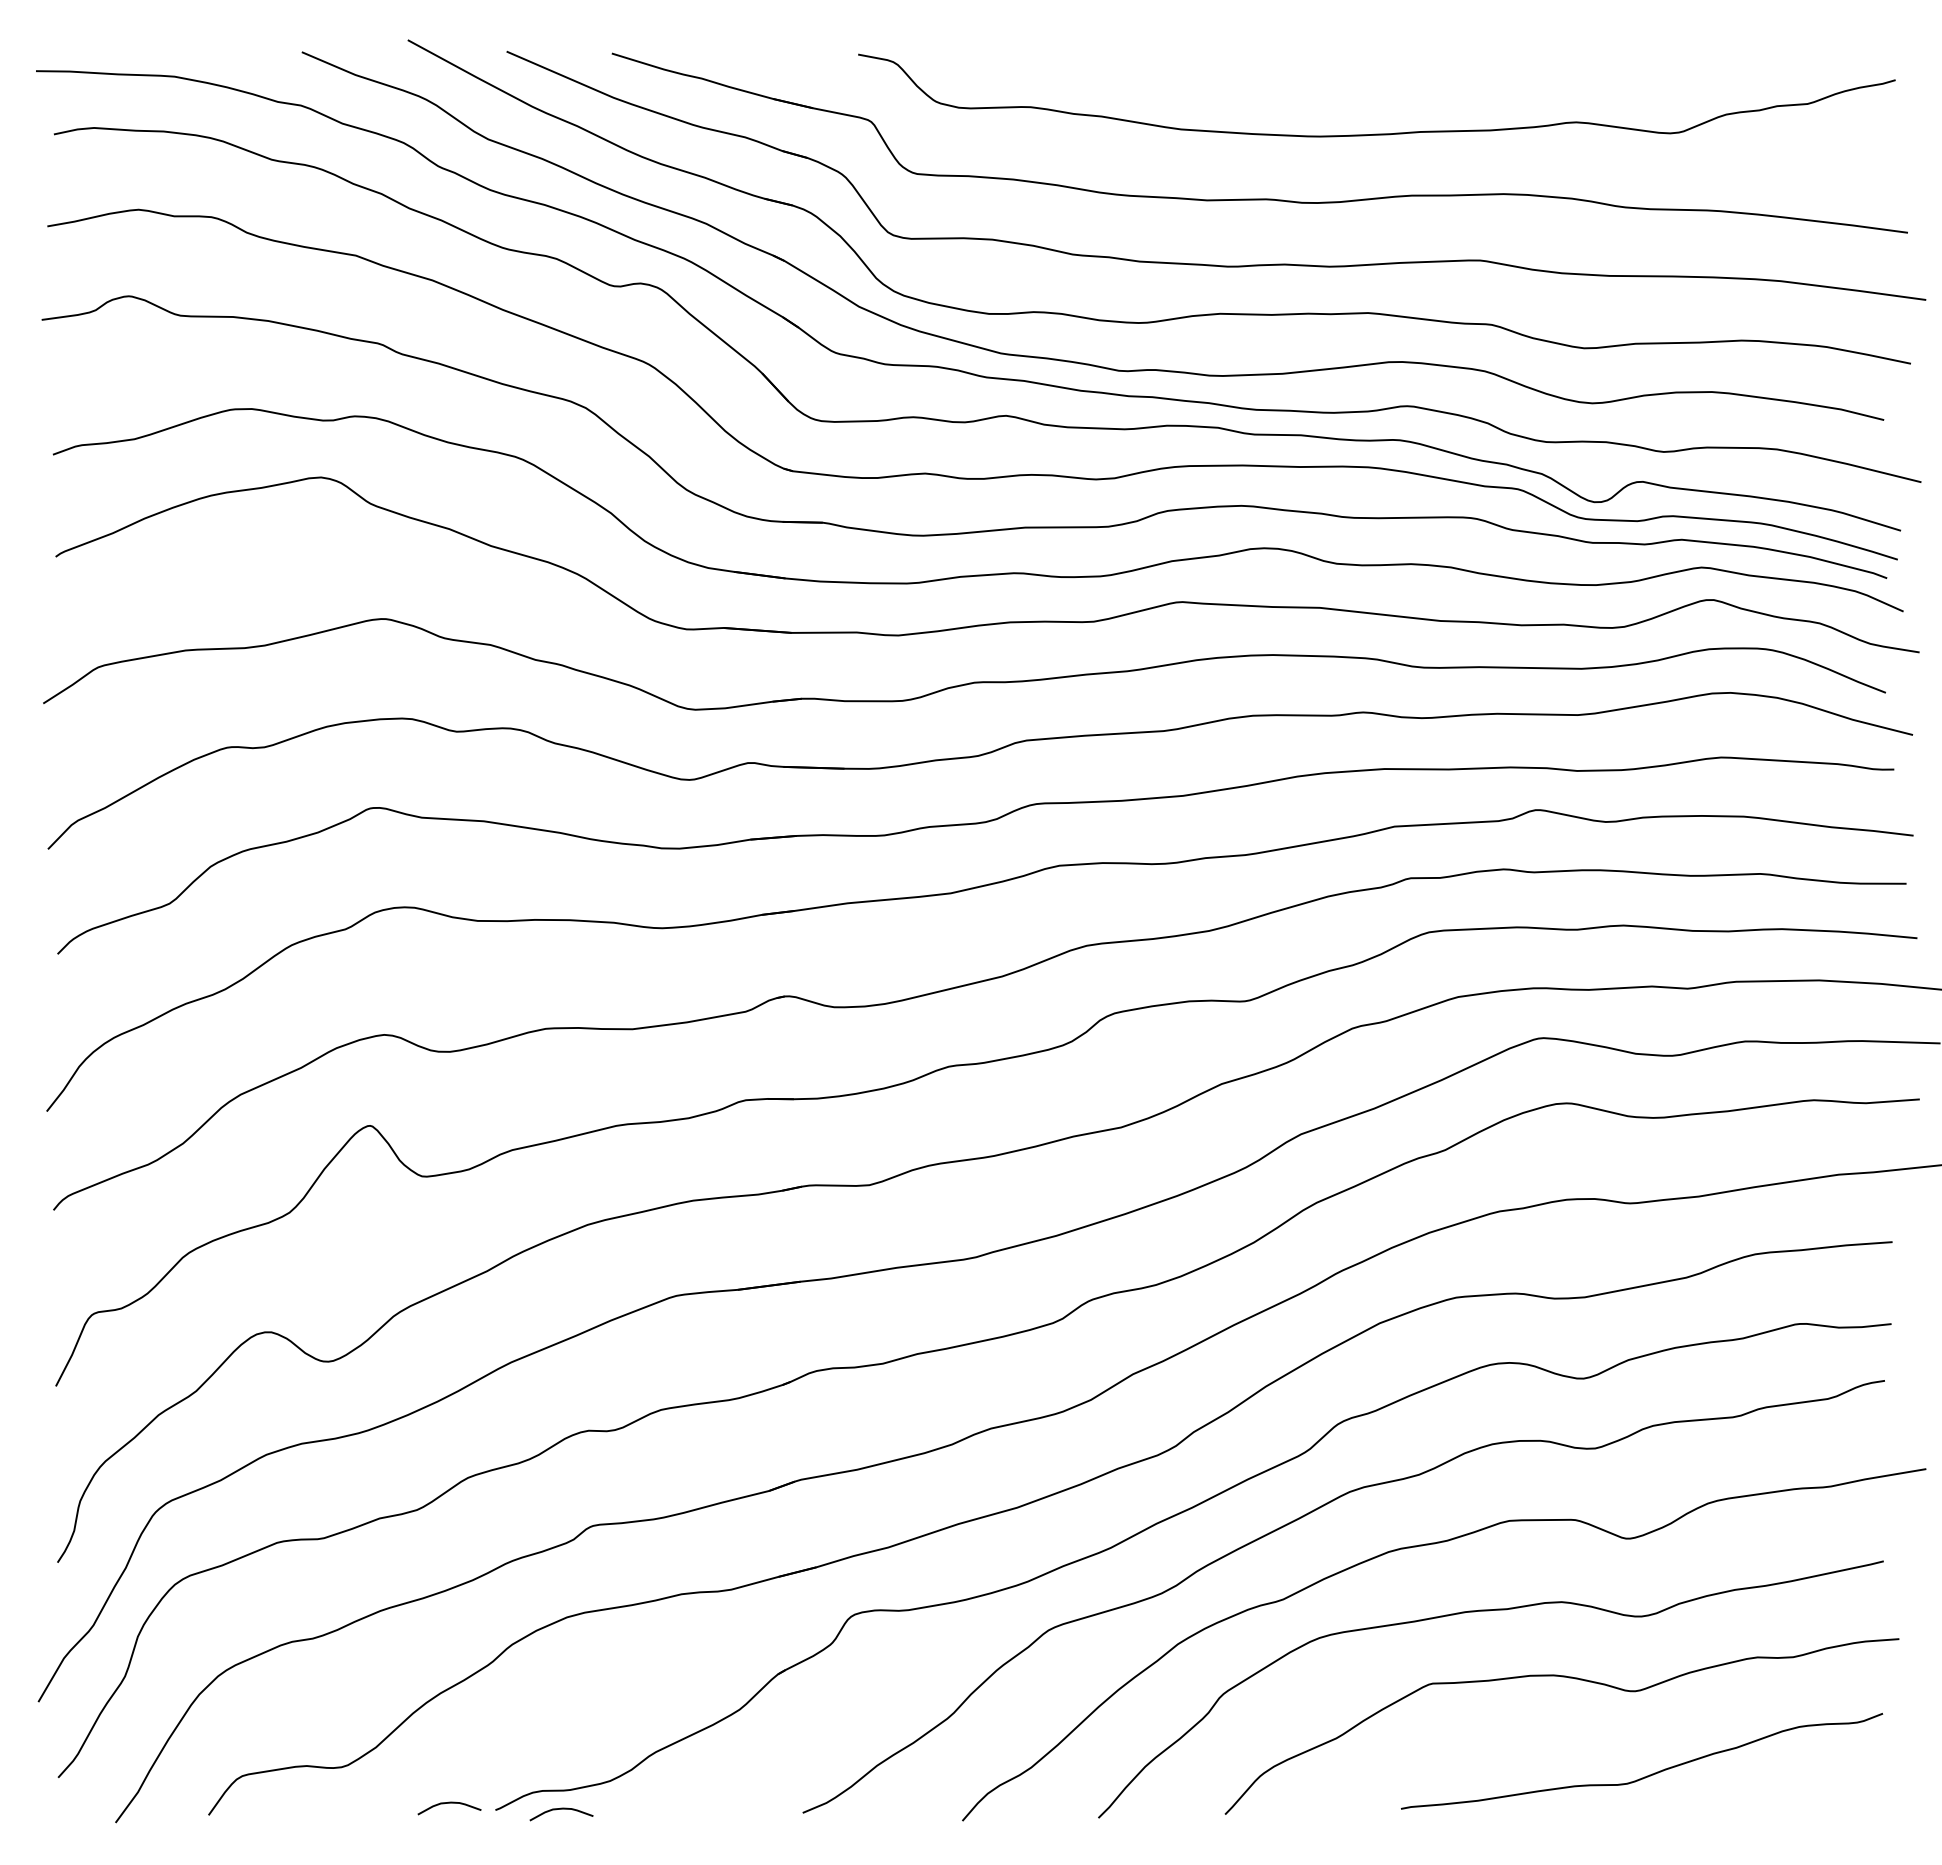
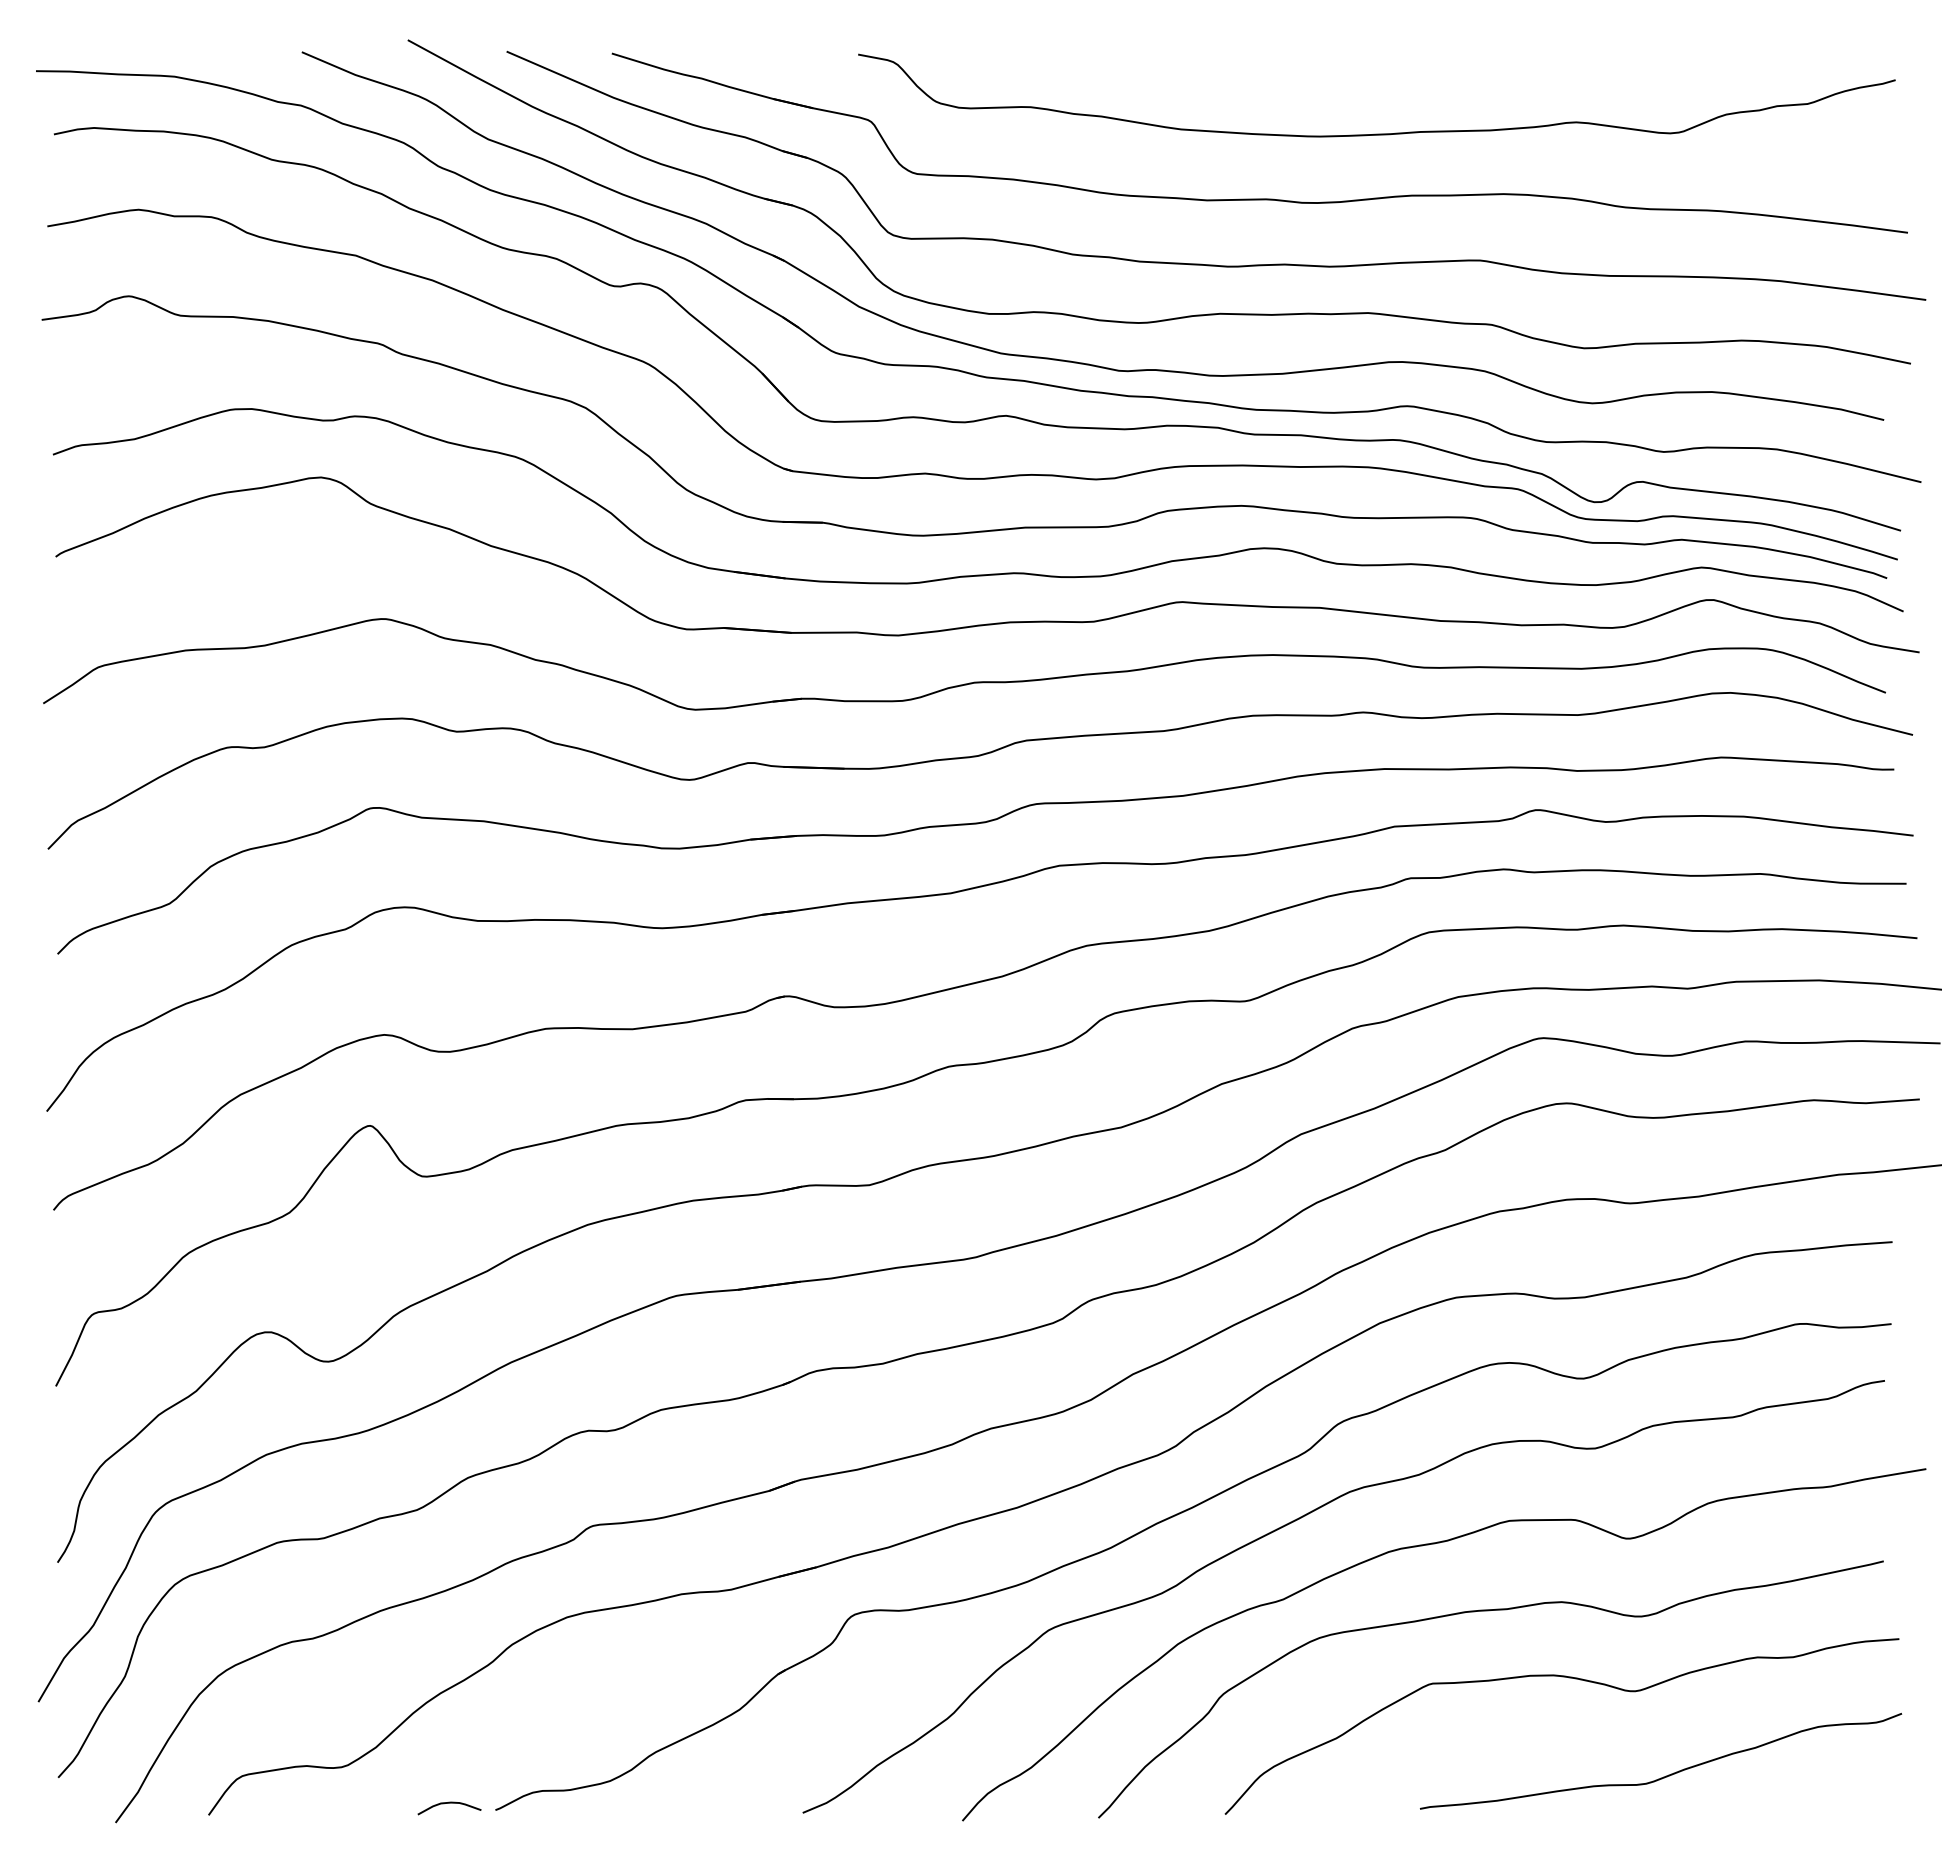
curve at (1649, 1774) position: (1649, 1774) -> (1668, 1774)
curve at (561, 1809): present -> none
